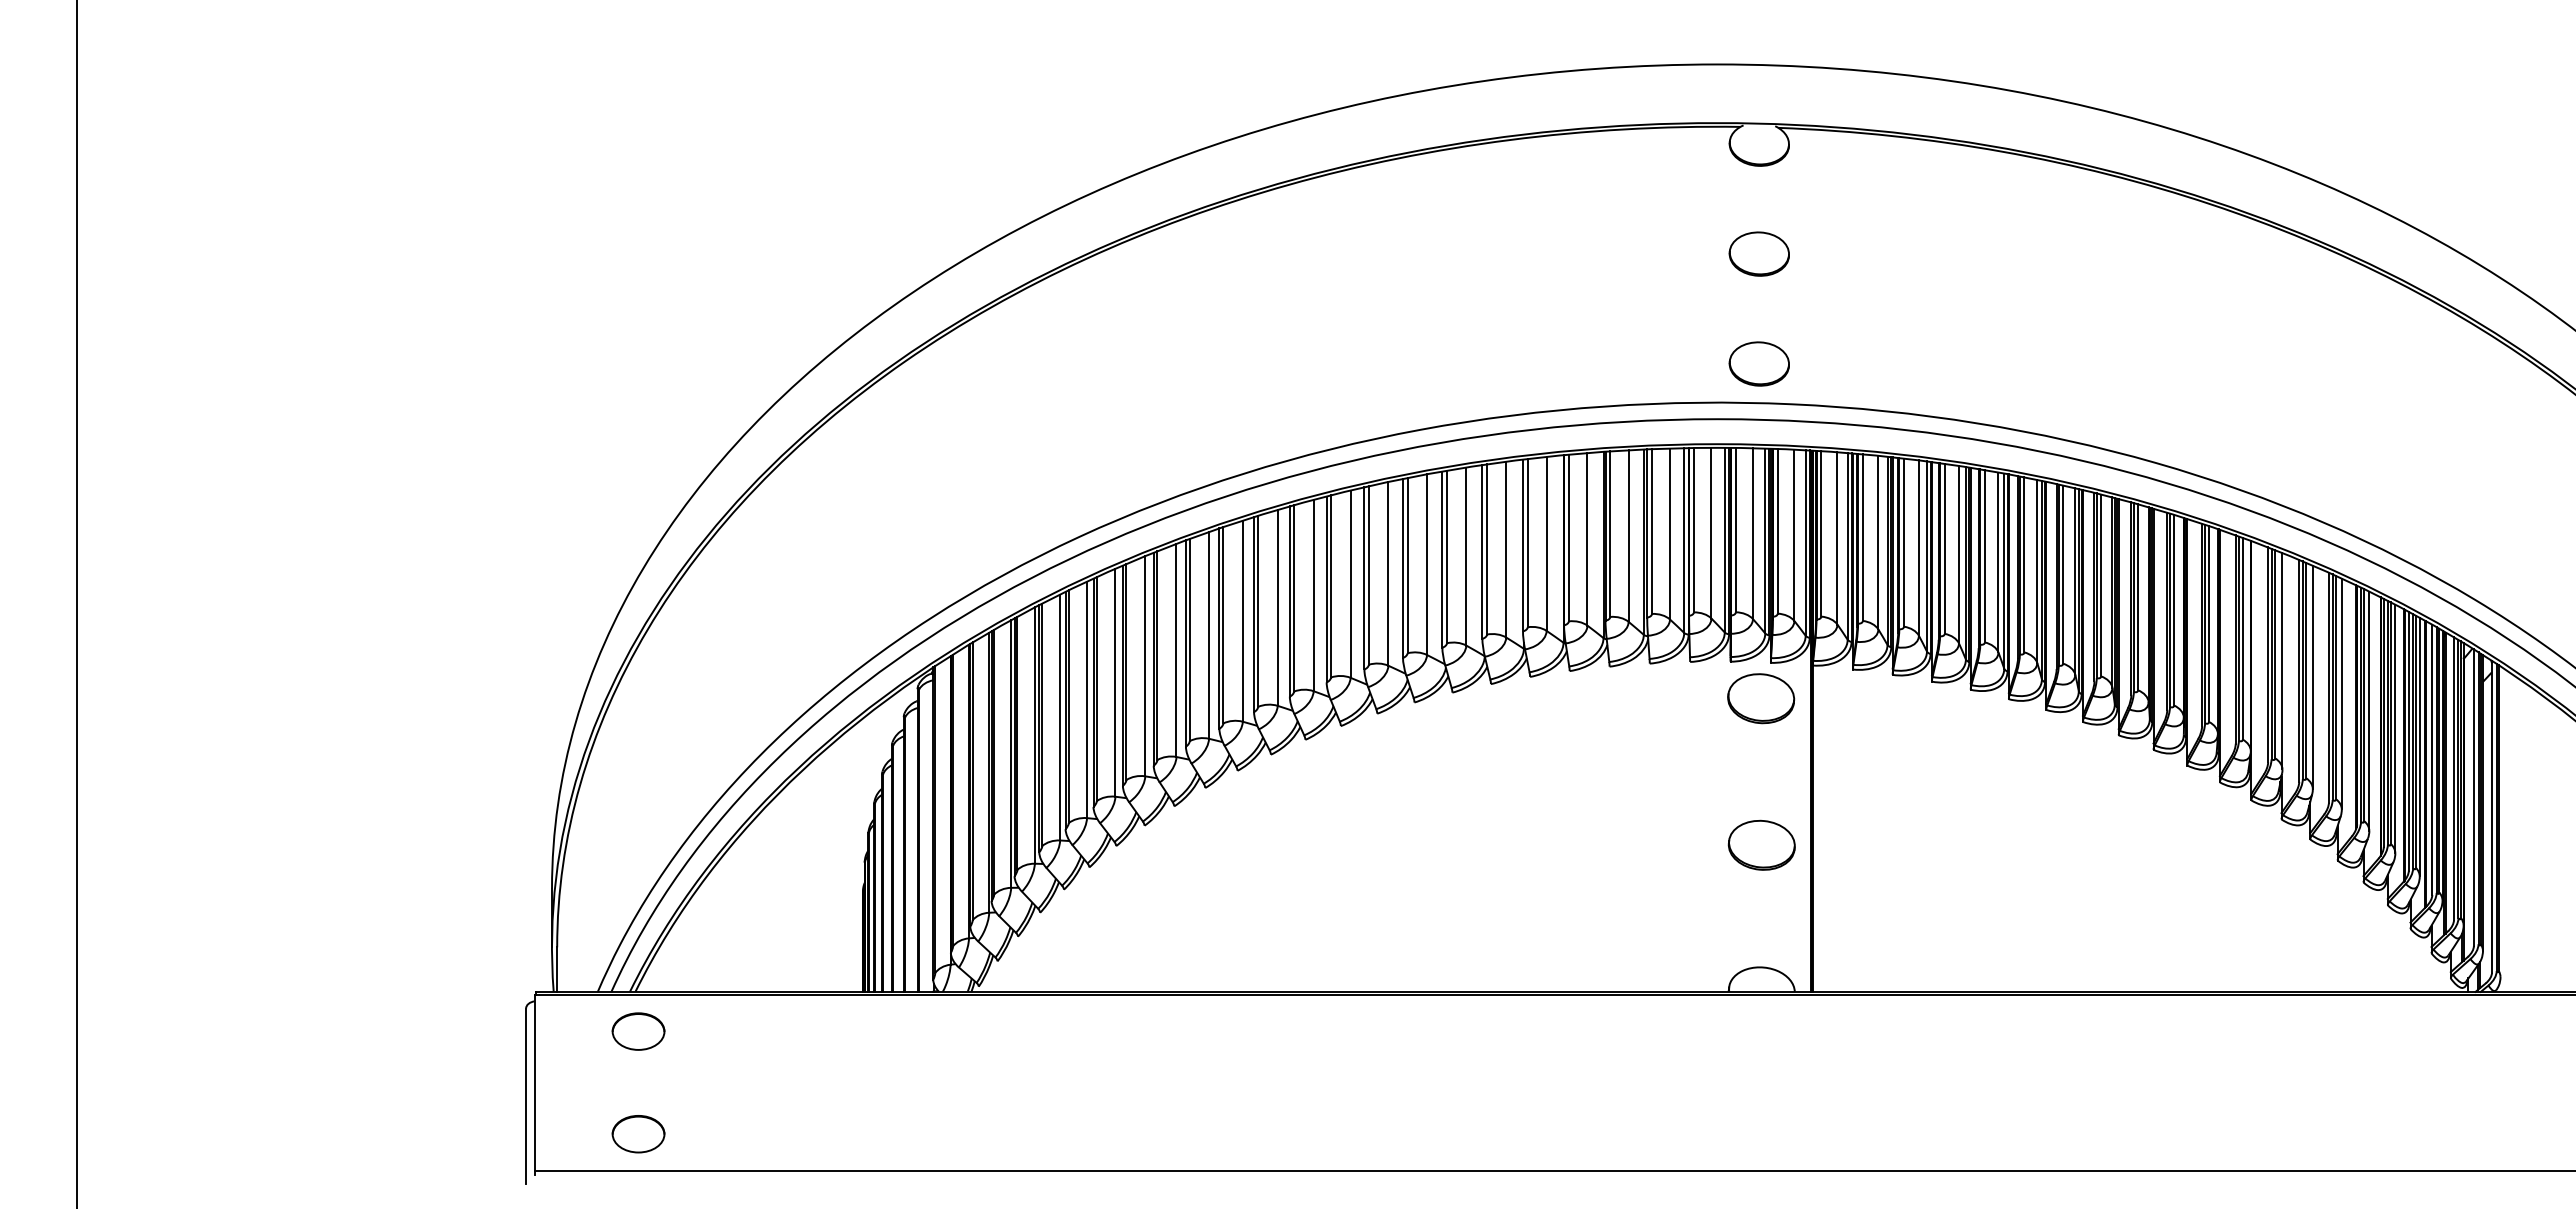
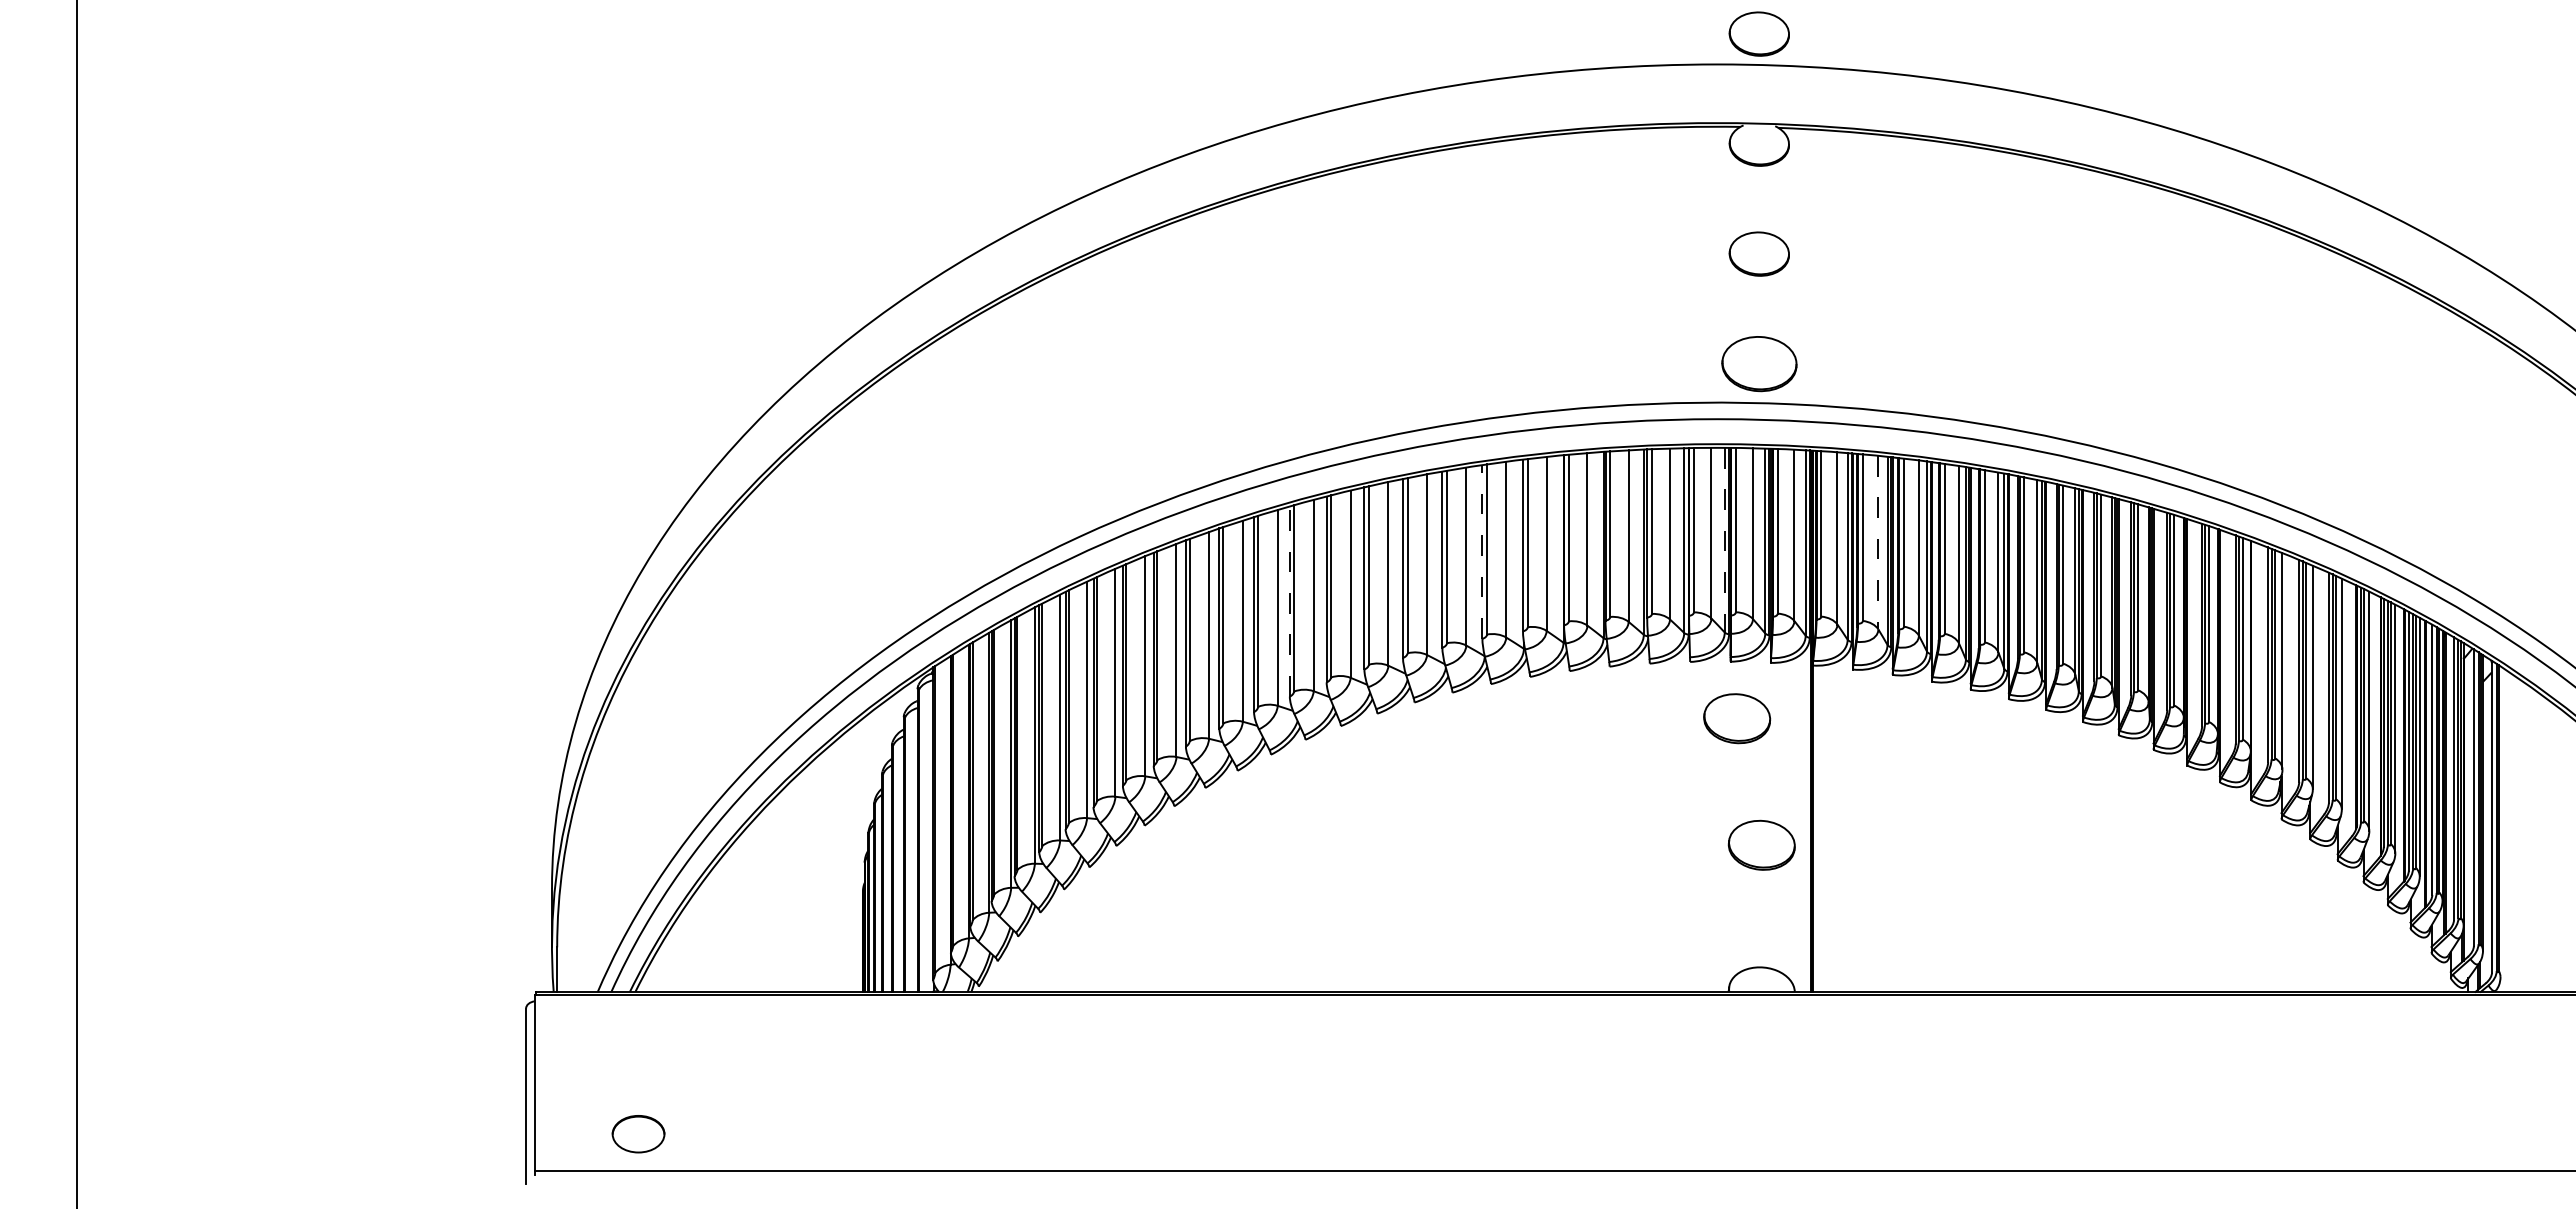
part at (1758, 33): none -> present
part at (1758, 363) size: 62x46 px -> 77x57 px
line at (1724, 540): solid -> dashed
line at (1878, 542): solid -> dashed
line at (1482, 551): solid -> dashed
line at (1289, 601): solid -> dashed
part at (1761, 698) position: (1761, 698) -> (1737, 718)
part at (638, 1031): present -> none
